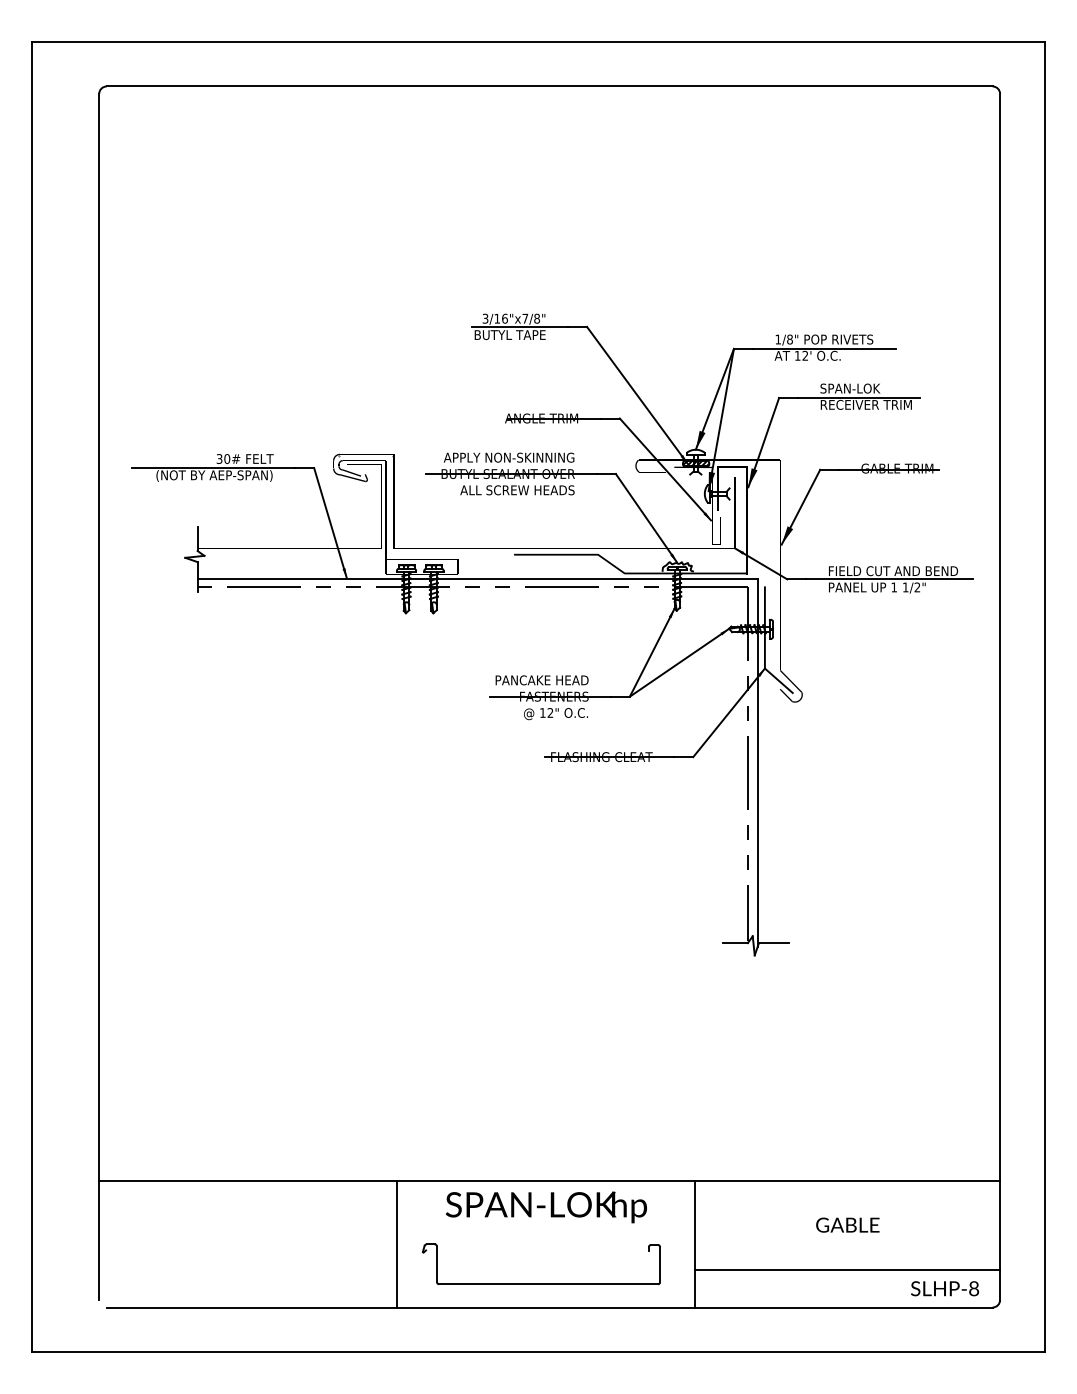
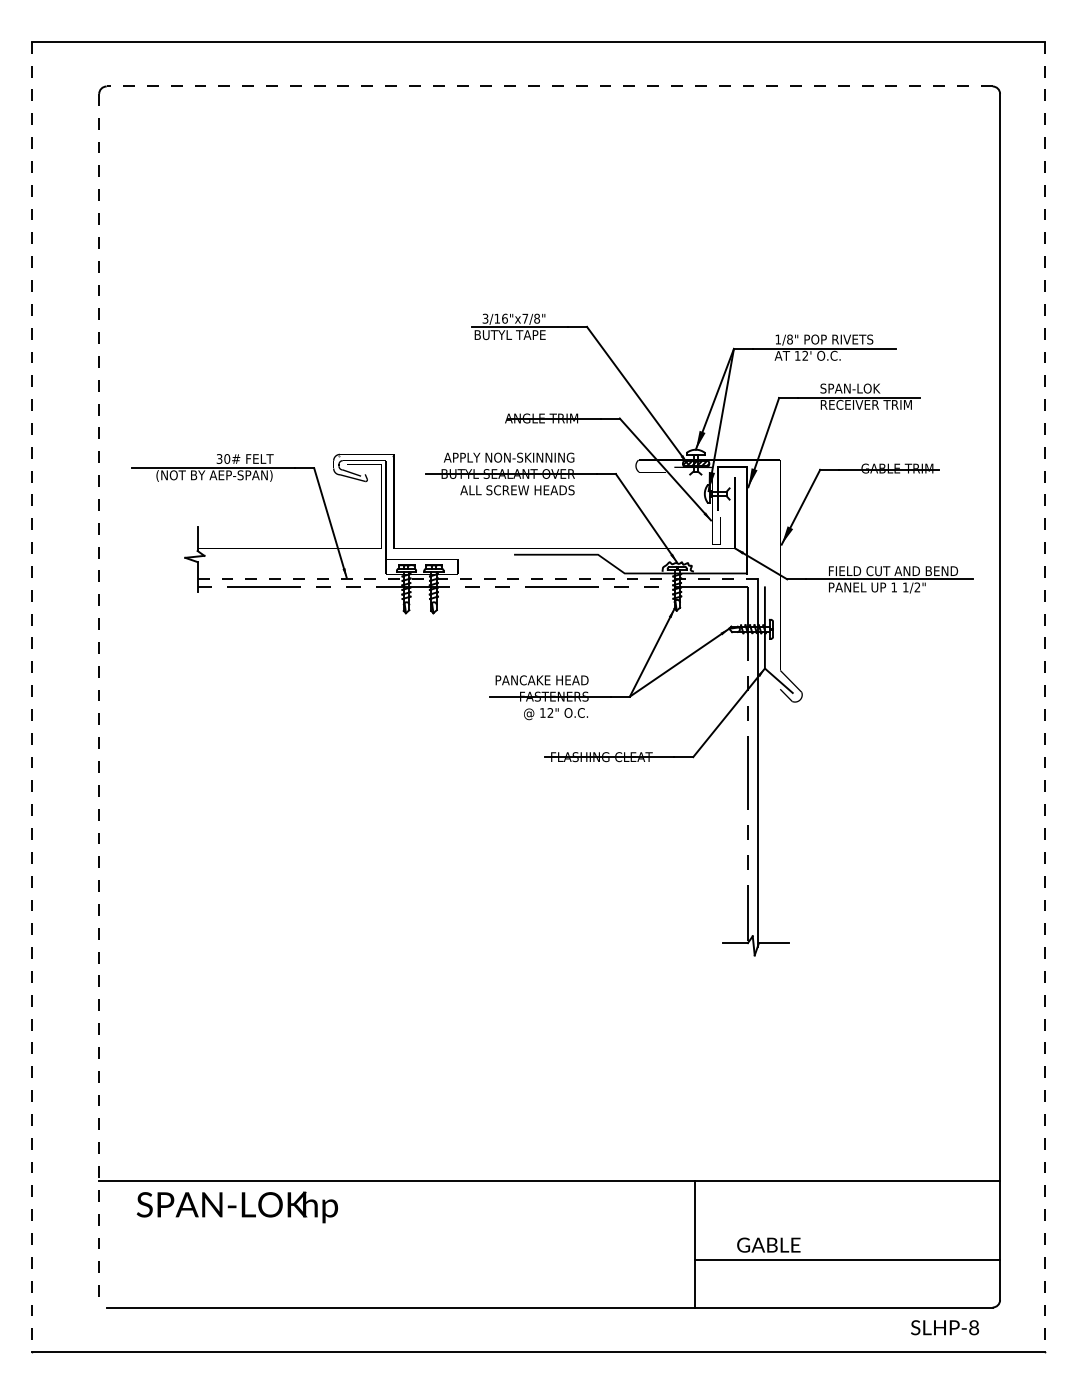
line at (549, 86): solid -> dashed
line at (477, 578): solid -> dashed
line at (32, 697): solid -> dashed
line at (99, 697): solid -> dashed
line at (1044, 697): solid -> dashed
text at (545, 1207) position: (545, 1207) -> (236, 1207)
text at (847, 1224) position: (847, 1224) -> (768, 1244)
line at (397, 1243): present -> none
line at (847, 1270) position: (847, 1270) -> (847, 1260)
part at (541, 1283): present -> none
text at (945, 1288) position: (945, 1288) -> (945, 1327)
